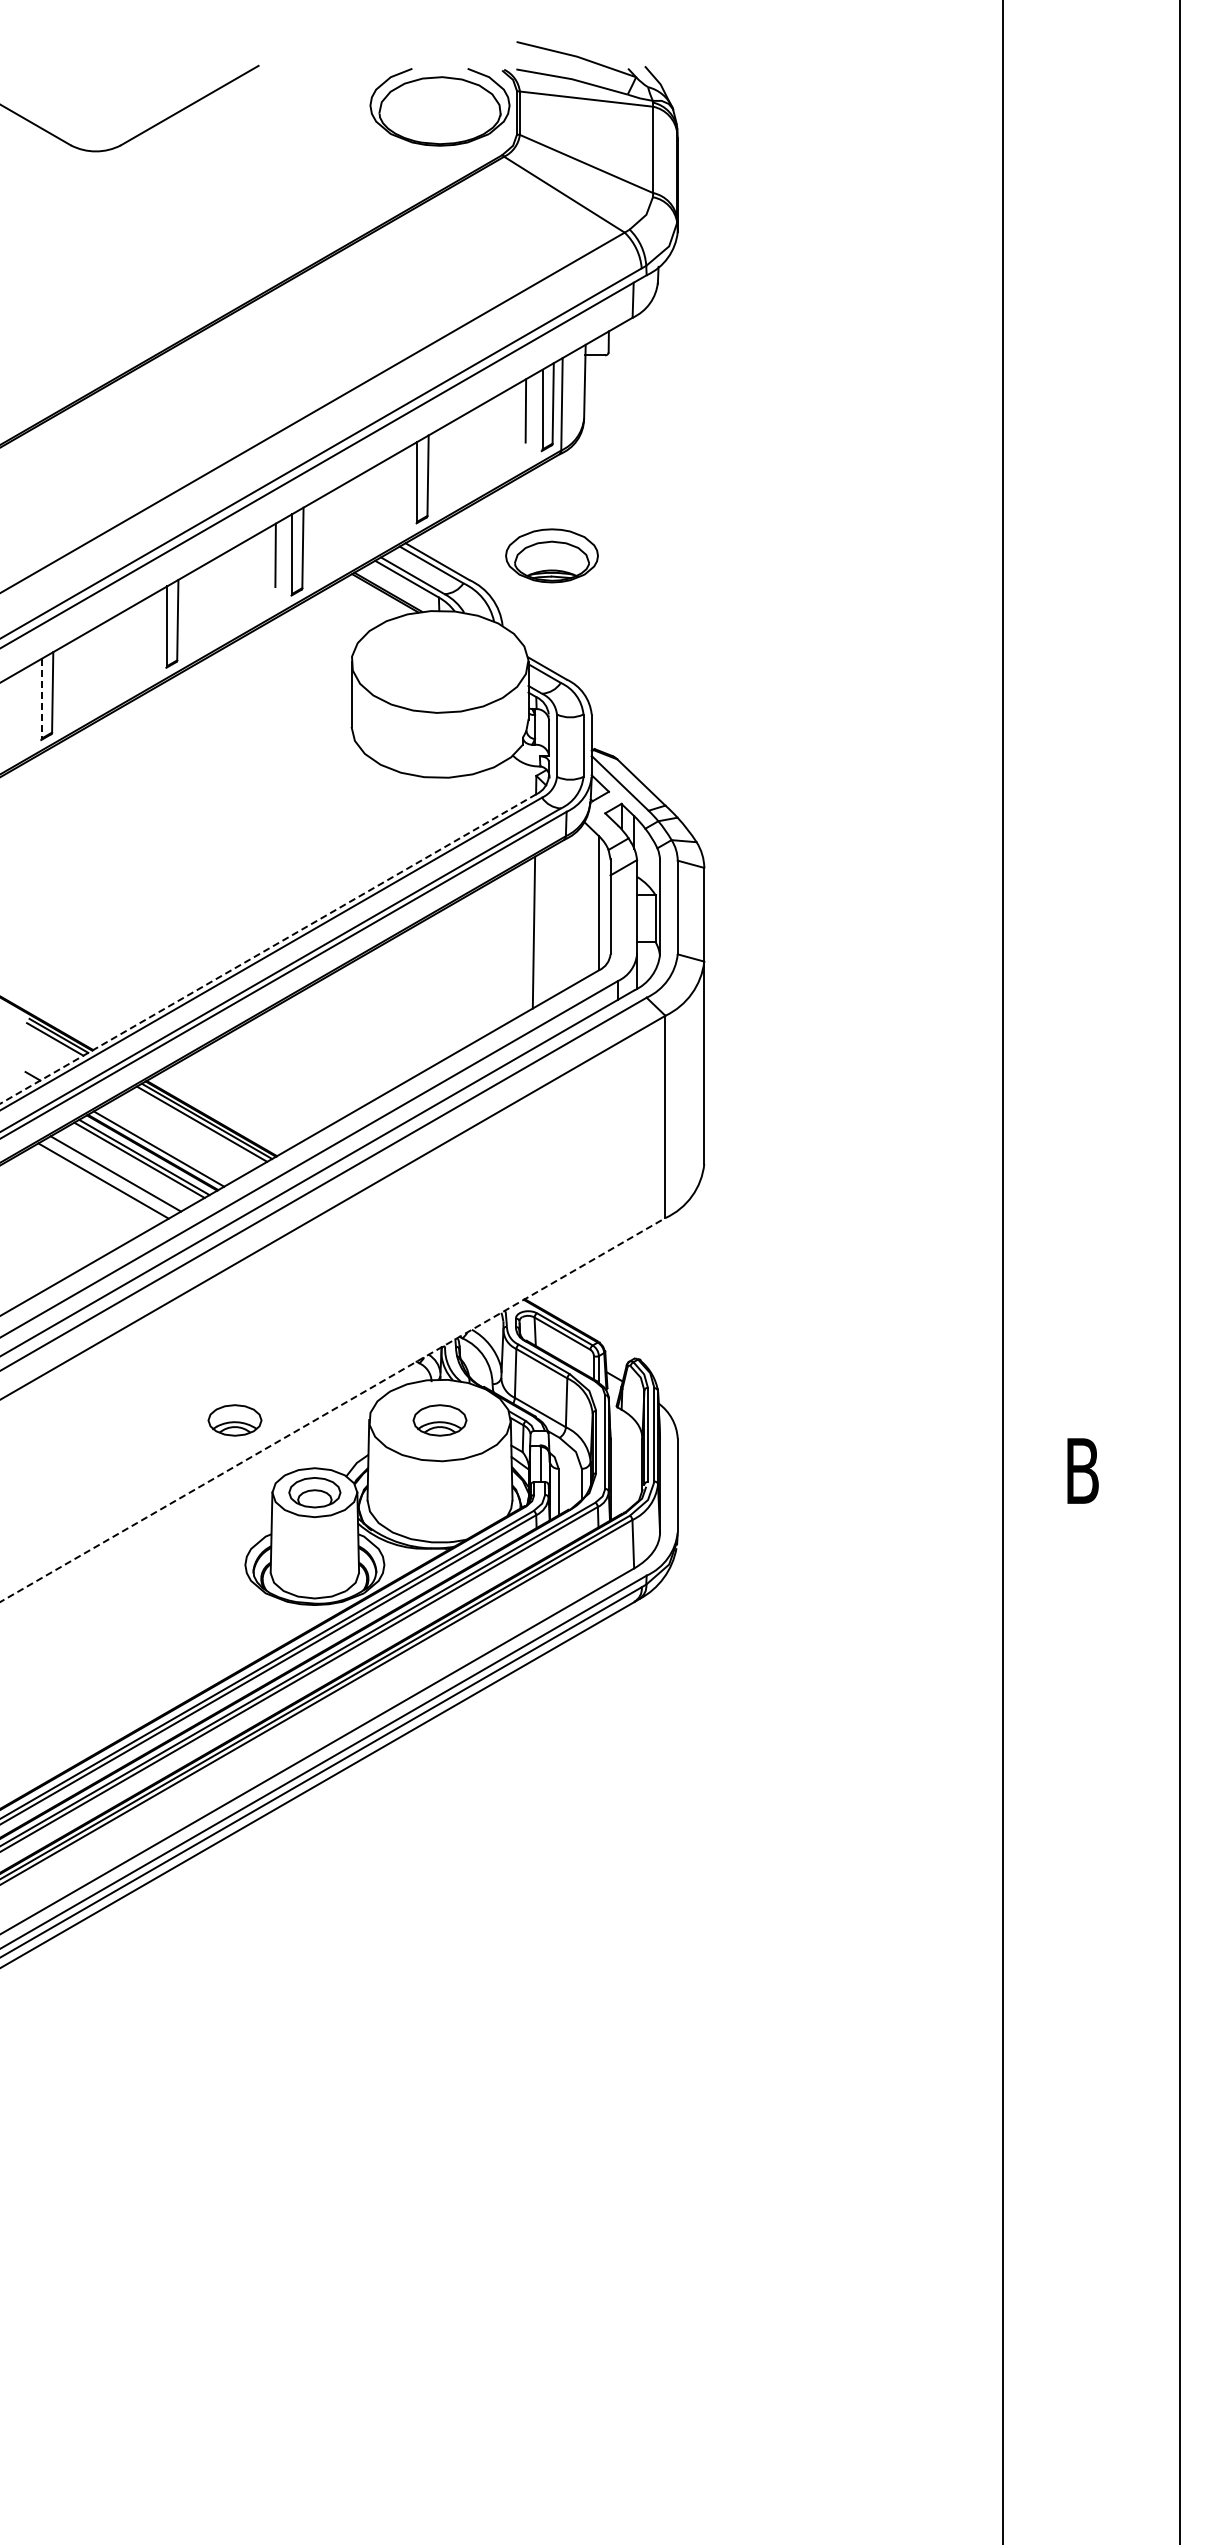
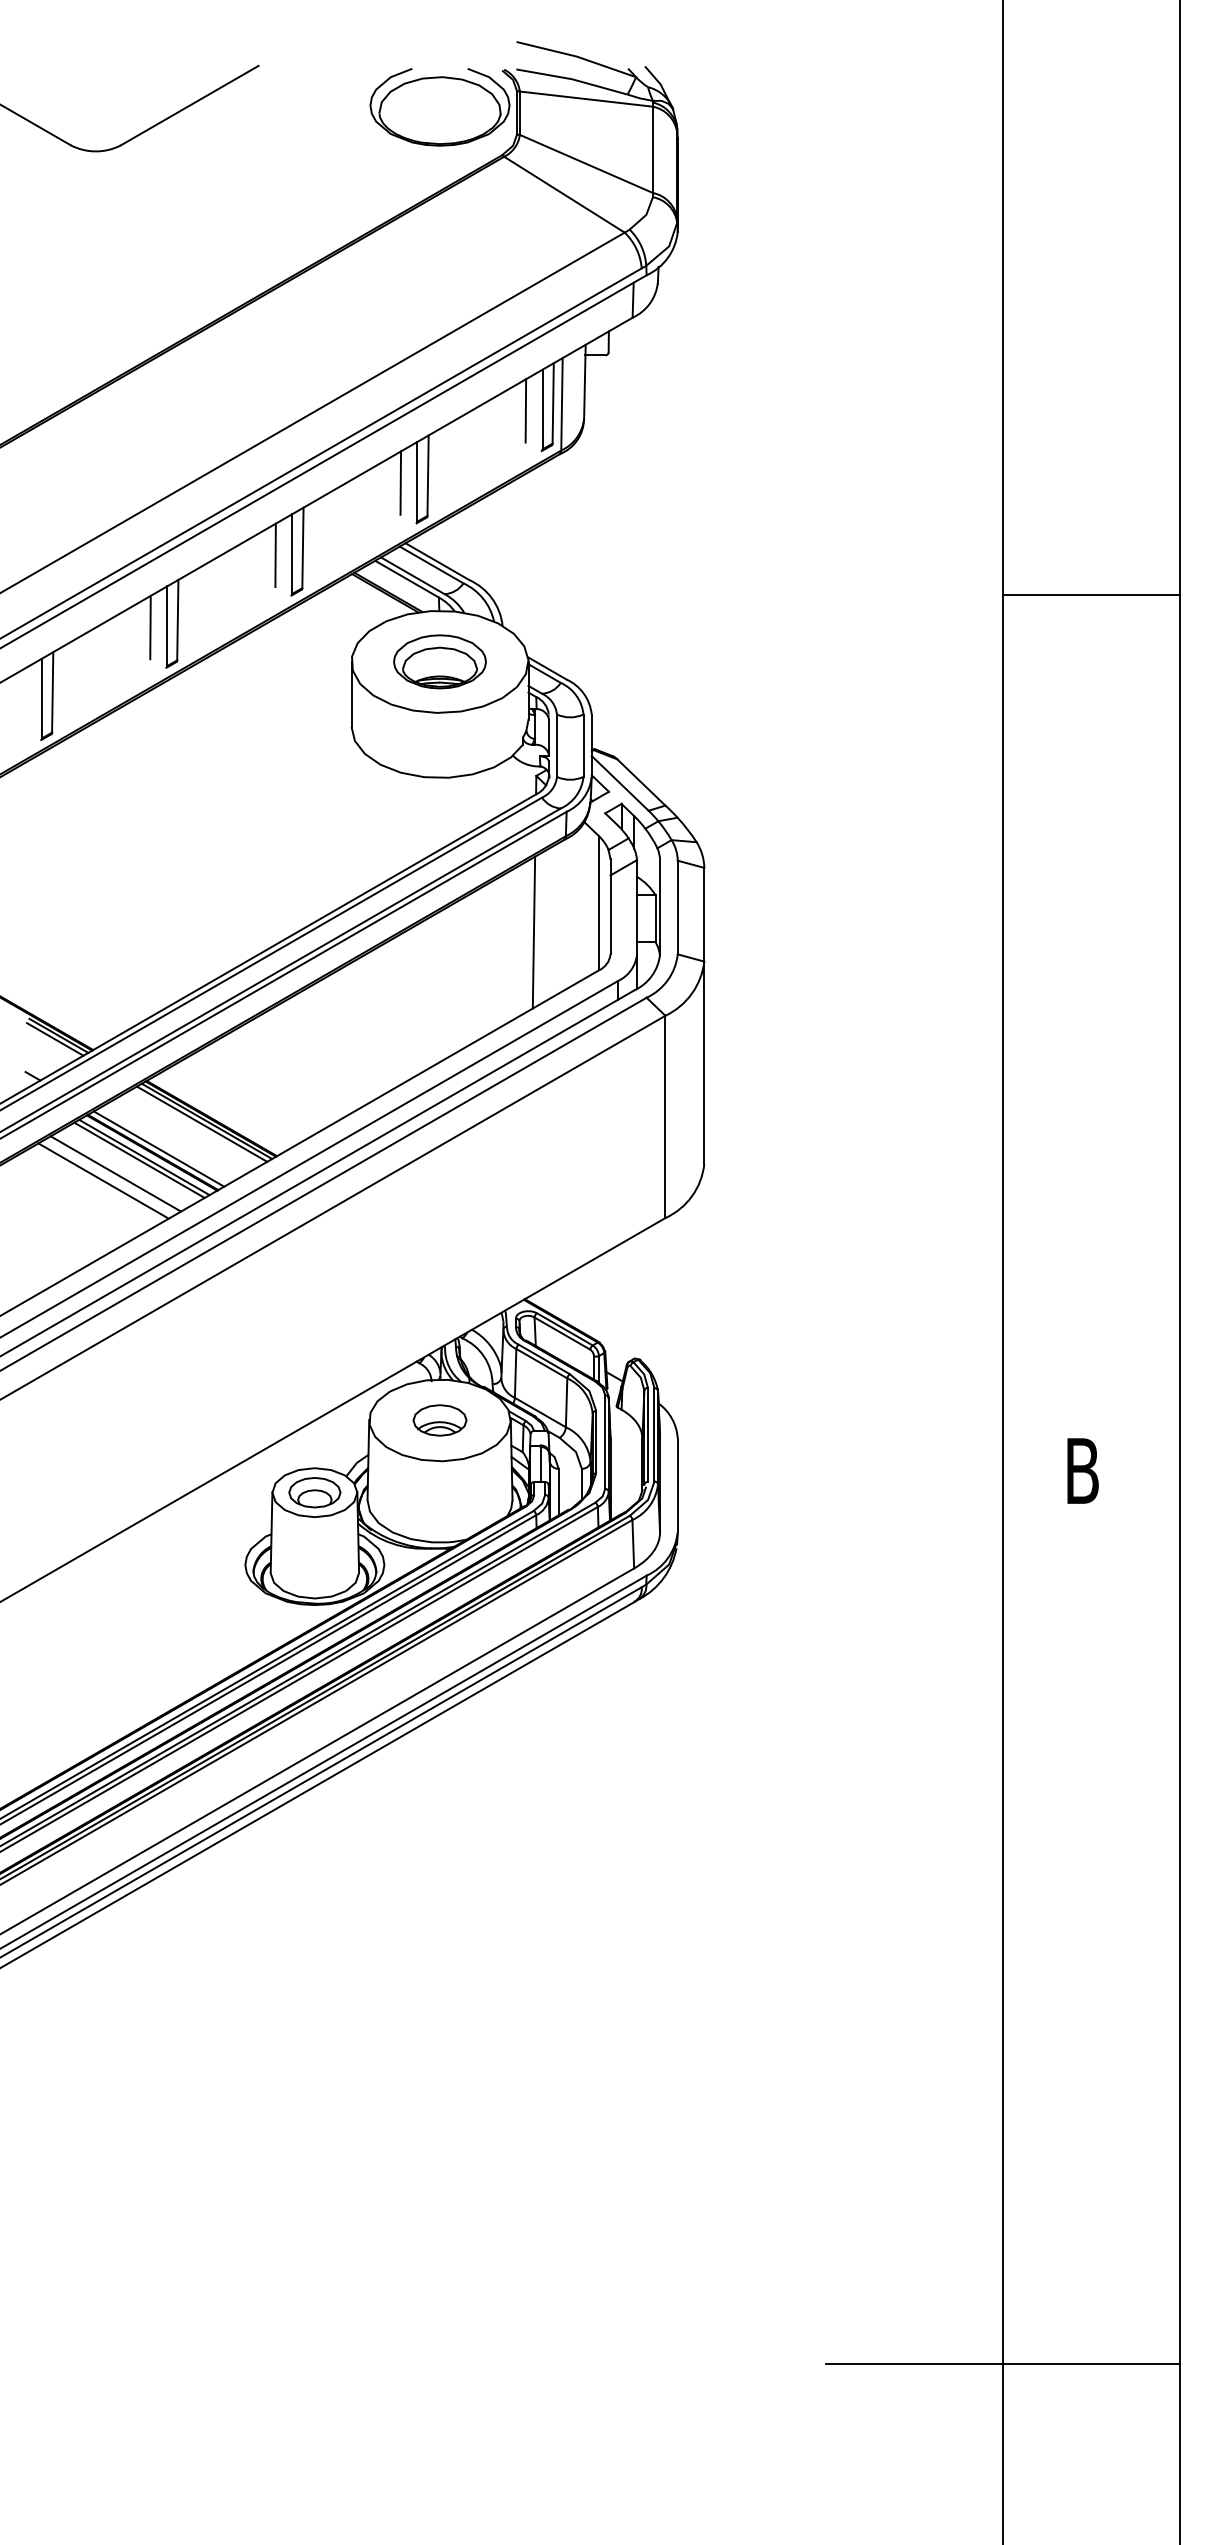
line at (400, 482): none -> present
part at (551, 555) position: (551, 555) -> (439, 661)
line at (1090, 594): none -> present
line at (150, 627): none -> present
line at (42, 698): dashed -> solid
line at (267, 949): dashed -> solid
line at (333, 1409): dashed -> solid
part at (234, 1420): present -> none
line at (1002, 2364): none -> present
